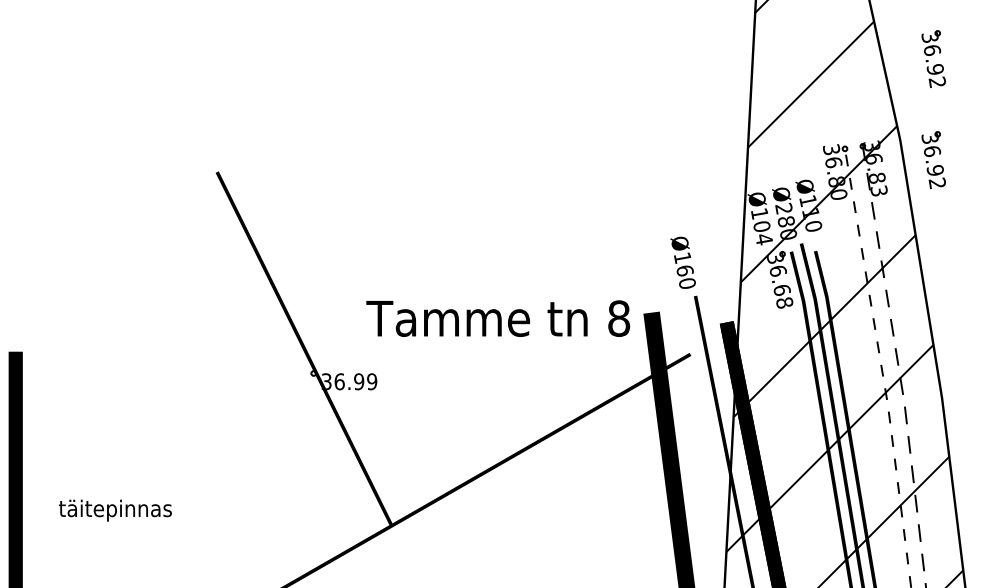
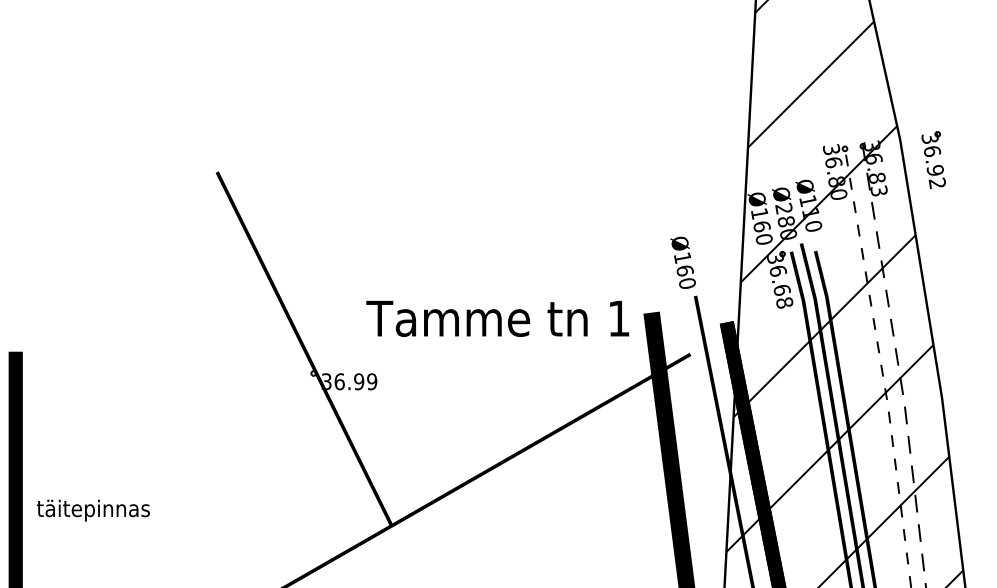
part at (933, 59): present -> none
text at (762, 233): Ø104 -> Ø160
text at (619, 318): 8 -> 1
text at (115, 510) position: (115, 510) -> (93, 510)
